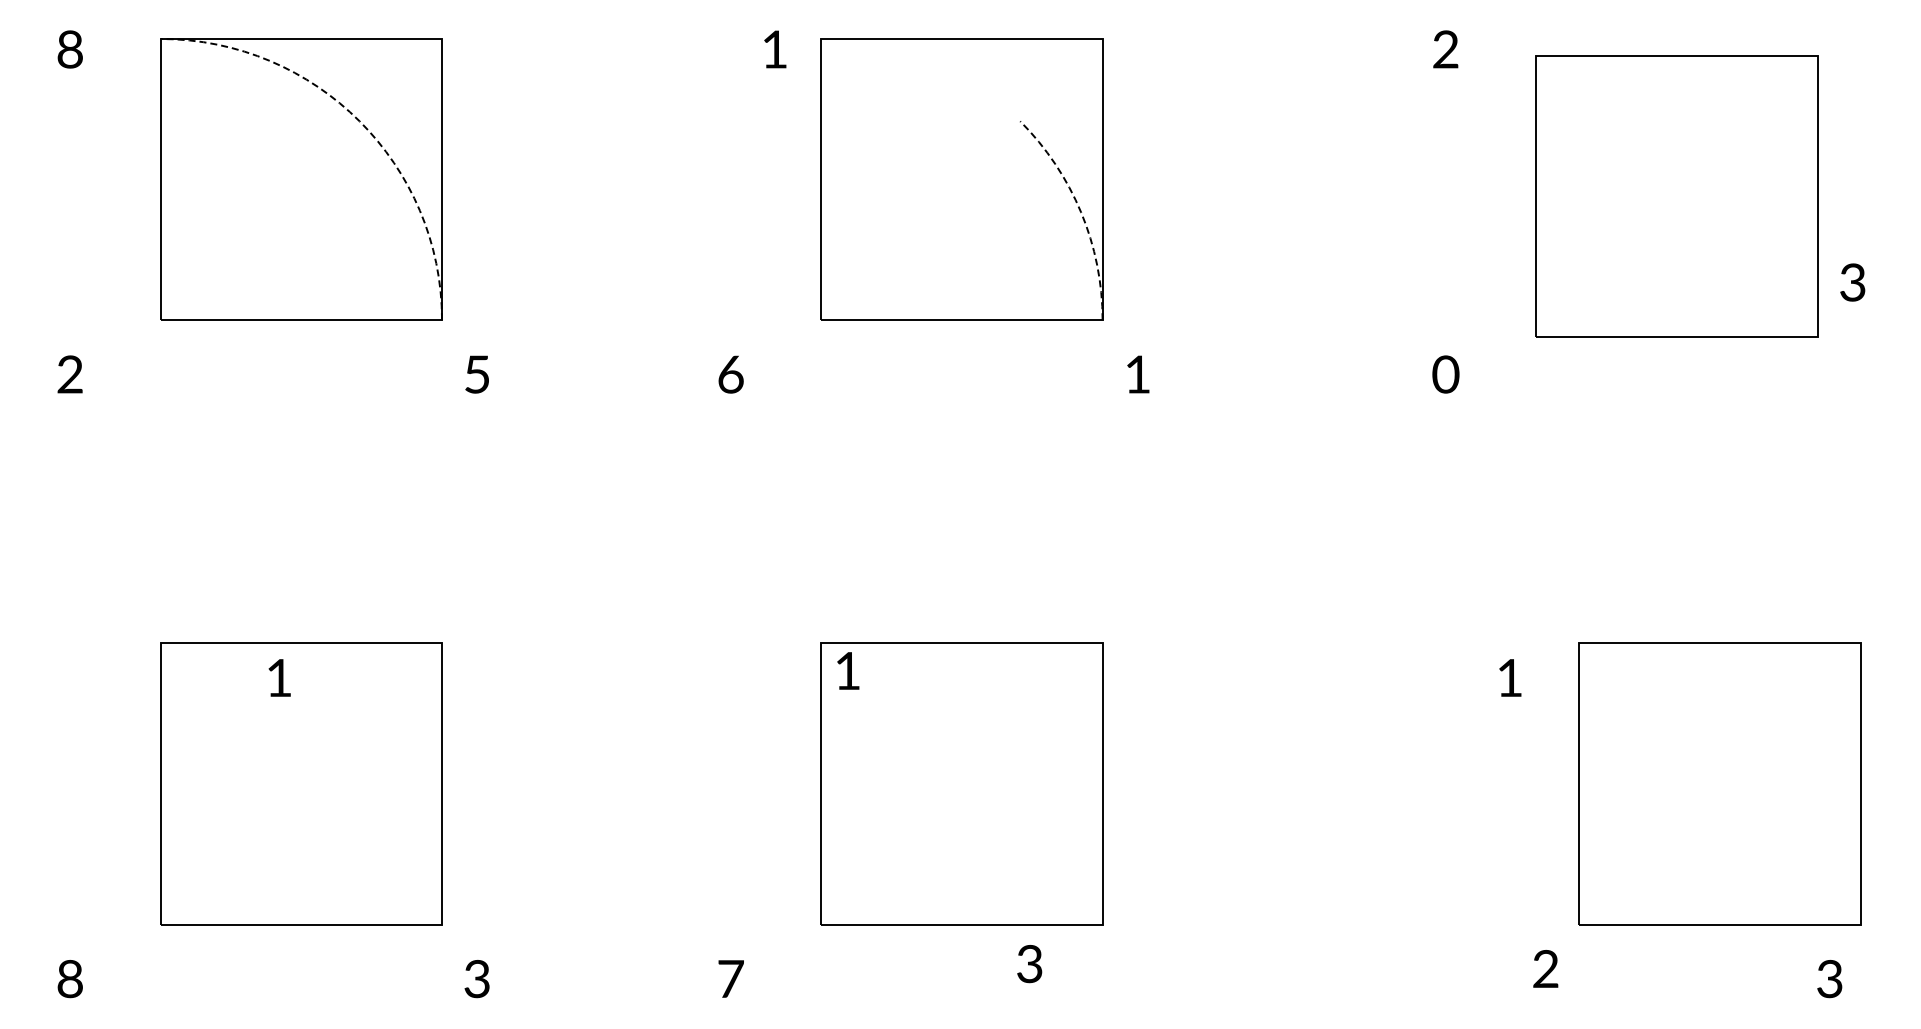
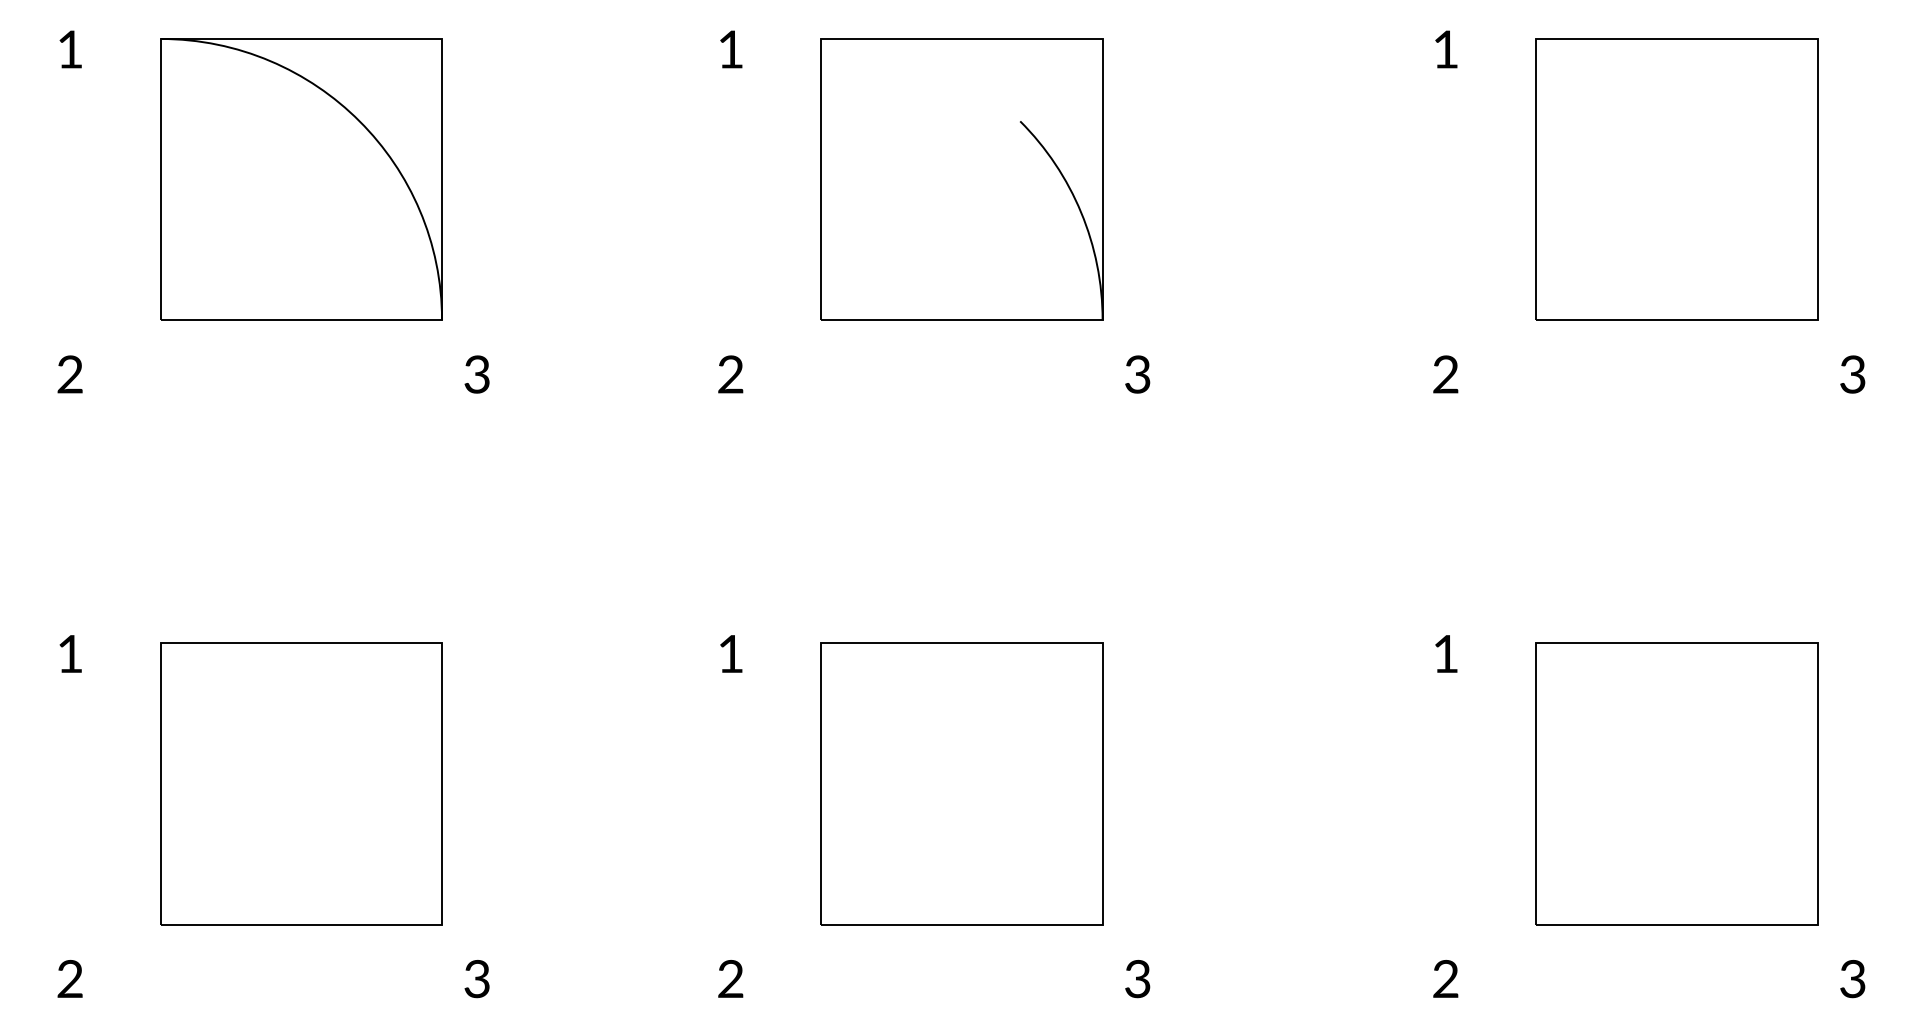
text at (69, 49): 8 -> 1
text at (775, 49) position: (775, 49) -> (731, 49)
text at (1445, 49): 2 -> 1
arc at (359, 121): dashed -> solid
part at (1676, 196) position: (1676, 196) -> (1676, 179)
arc at (1081, 212): dashed -> solid
text at (1852, 282) position: (1852, 282) -> (1852, 374)
text at (476, 374): 5 -> 3
text at (730, 374): 6 -> 2
text at (1137, 374): 1 -> 3
text at (1445, 374): 0 -> 2
text at (848, 670) position: (848, 670) -> (731, 653)
text at (279, 677) position: (279, 677) -> (70, 653)
text at (1510, 677) position: (1510, 677) -> (1446, 653)
part at (1719, 783) position: (1719, 783) -> (1676, 783)
text at (1029, 964) position: (1029, 964) -> (1137, 979)
text at (1545, 968) position: (1545, 968) -> (1445, 978)
text at (730, 978): 7 -> 2
text at (69, 979): 8 -> 2
text at (1829, 979) position: (1829, 979) -> (1852, 979)
